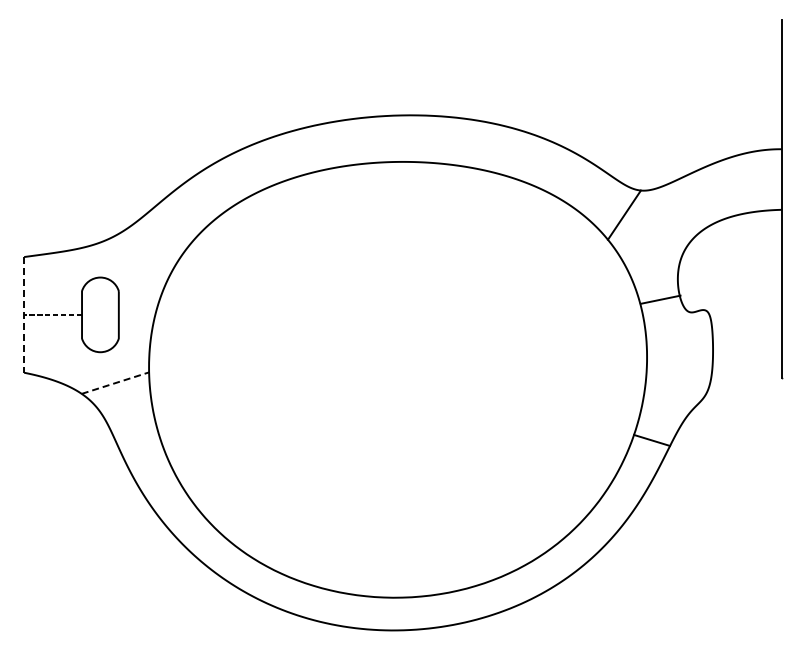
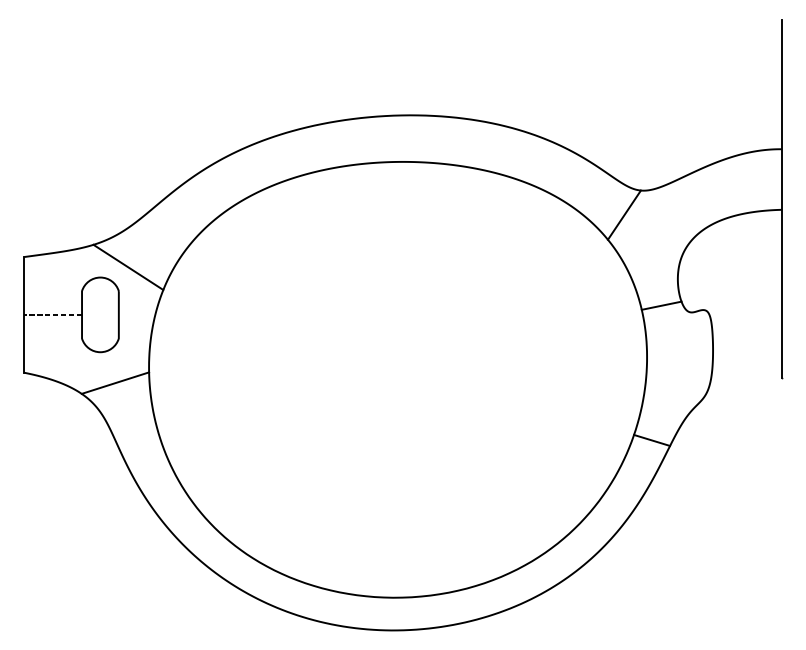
line at (128, 267): none -> present
line at (660, 299) position: (660, 299) -> (661, 305)
line at (24, 314): dashed -> solid
line at (115, 382): dashed -> solid
